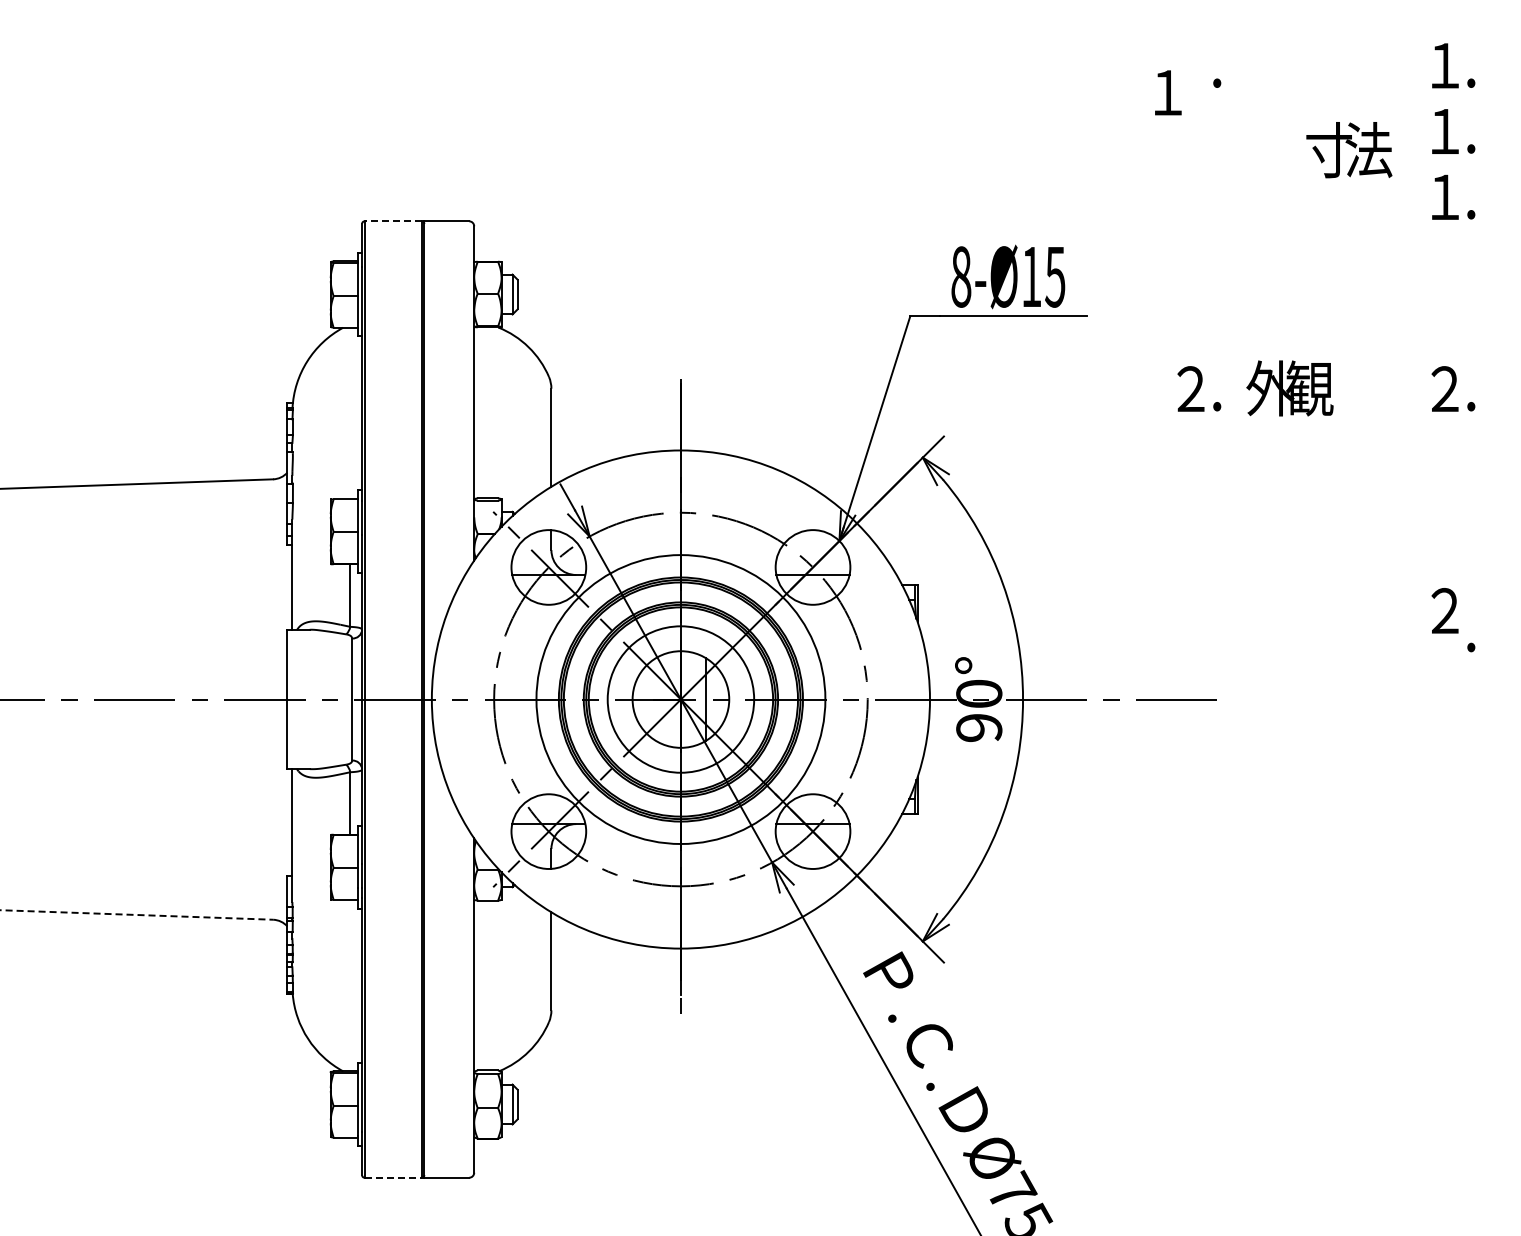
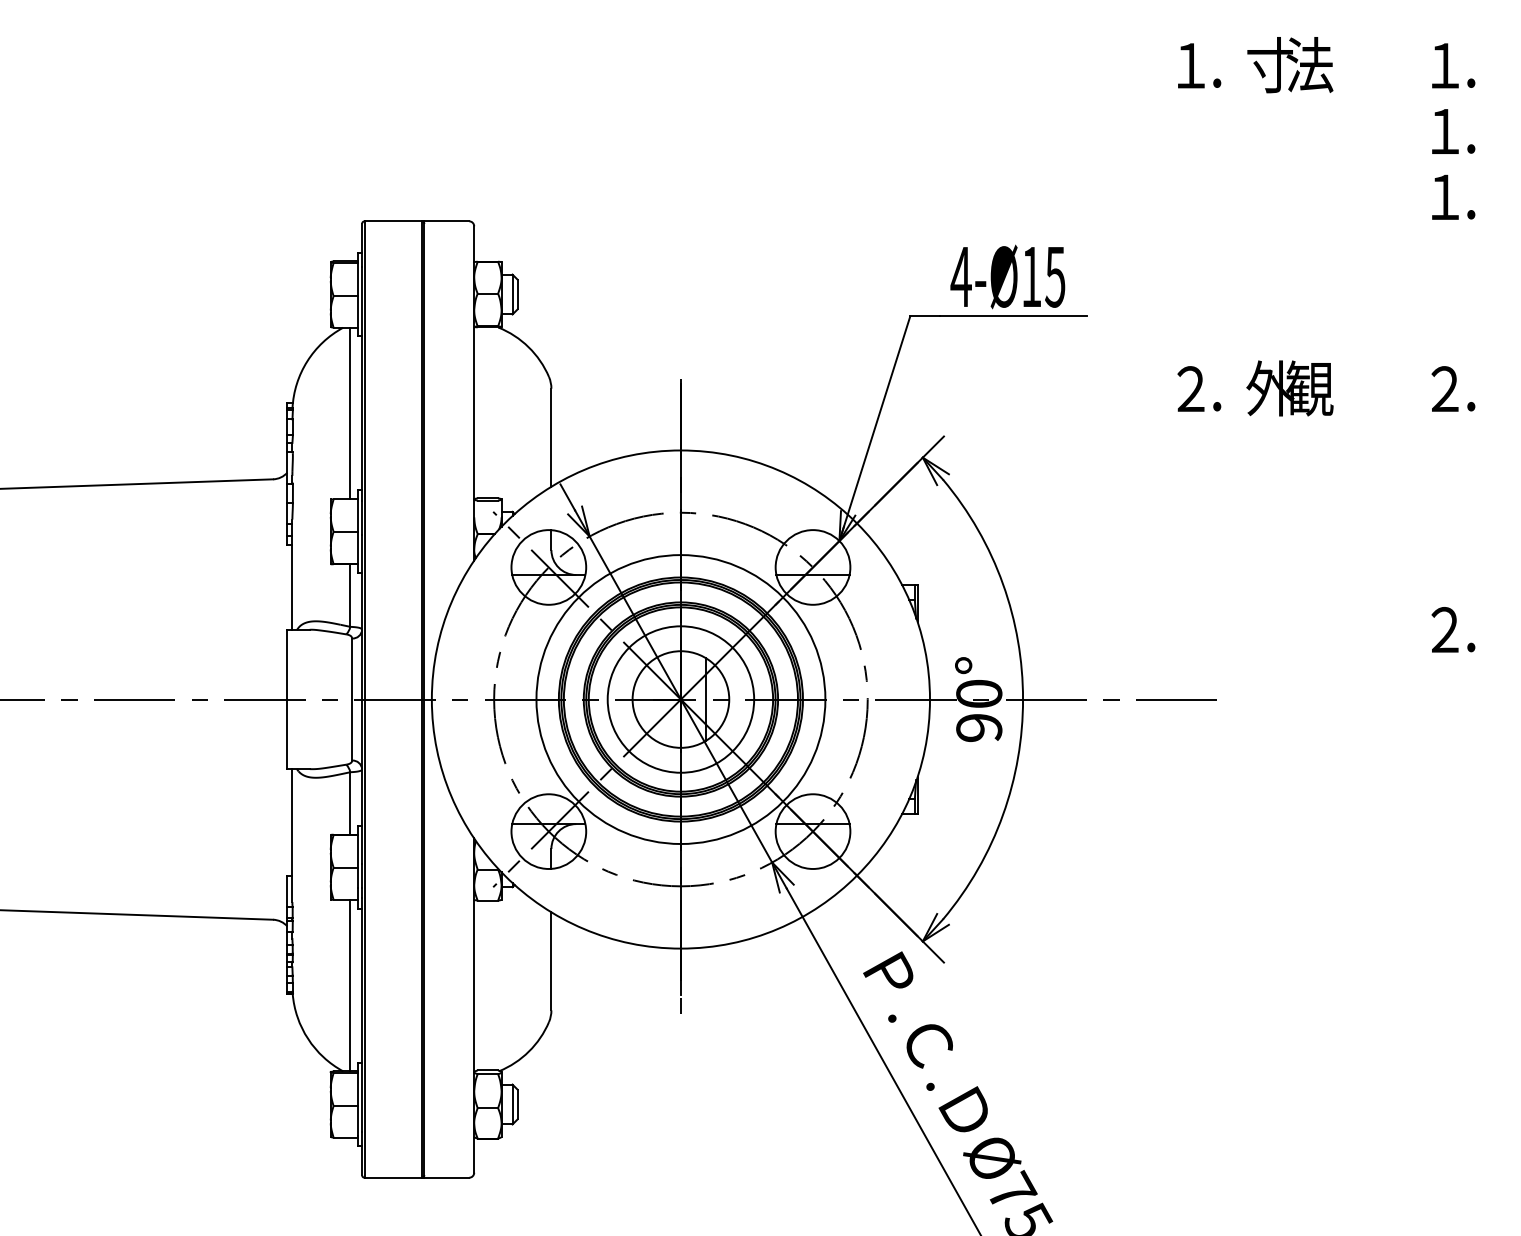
text at (1168, 92) position: (1168, 92) -> (1191, 65)
text at (1349, 150) position: (1349, 150) -> (1290, 65)
line at (393, 221): dashed -> solid
text at (960, 276): 8-Ø15 -> 4-Ø15
line at (350, 413): none -> present
text at (1444, 610) position: (1444, 610) -> (1444, 629)
line at (137, 915): dashed -> solid
line at (350, 985): none -> present
line at (393, 1177): dashed -> solid
